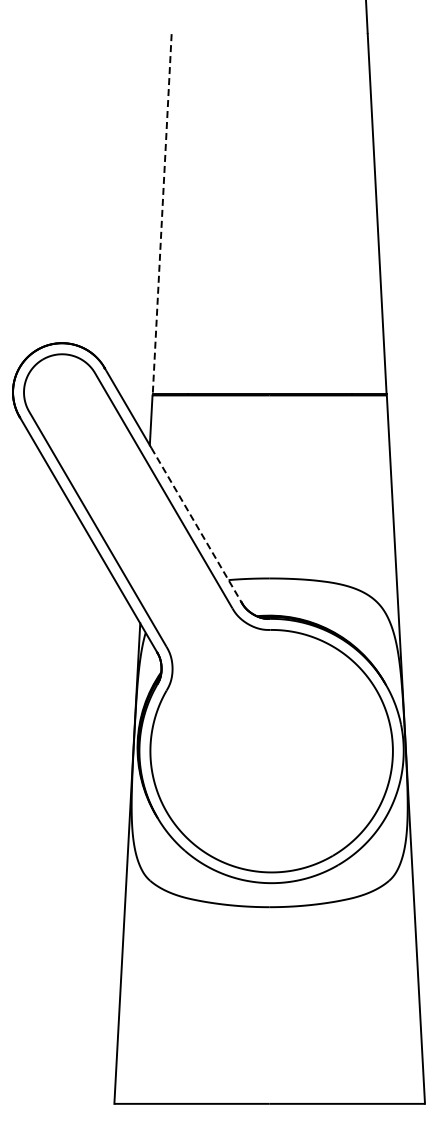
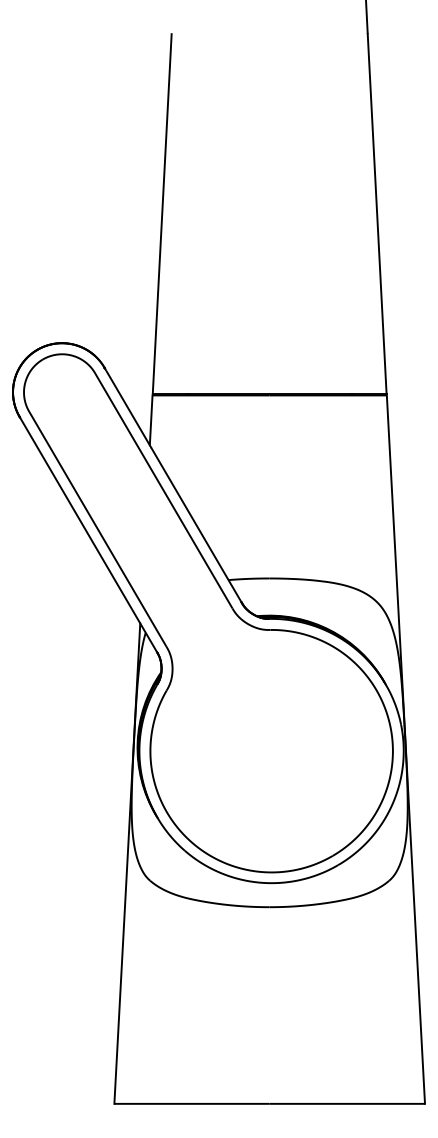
line at (162, 214): dashed -> solid
line at (196, 525): dashed -> solid
